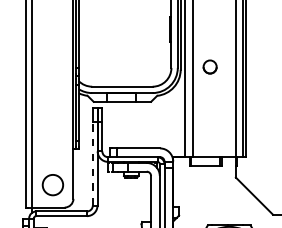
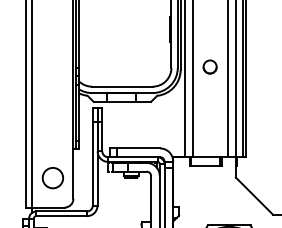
line at (227, 79): none -> present
line at (92, 163): dashed -> solid
circle at (52, 185) position: (52, 185) -> (52, 178)
